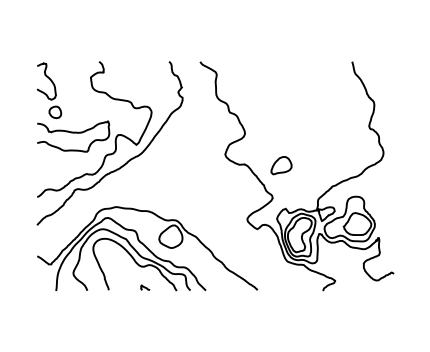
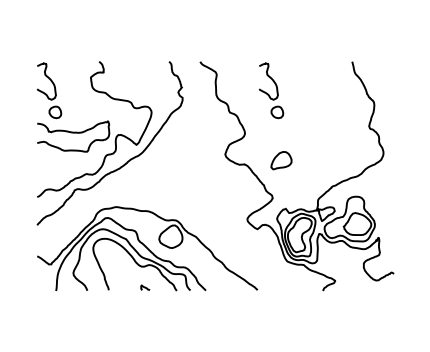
part at (271, 90): none -> present
part at (281, 165) position: (281, 165) -> (281, 160)
